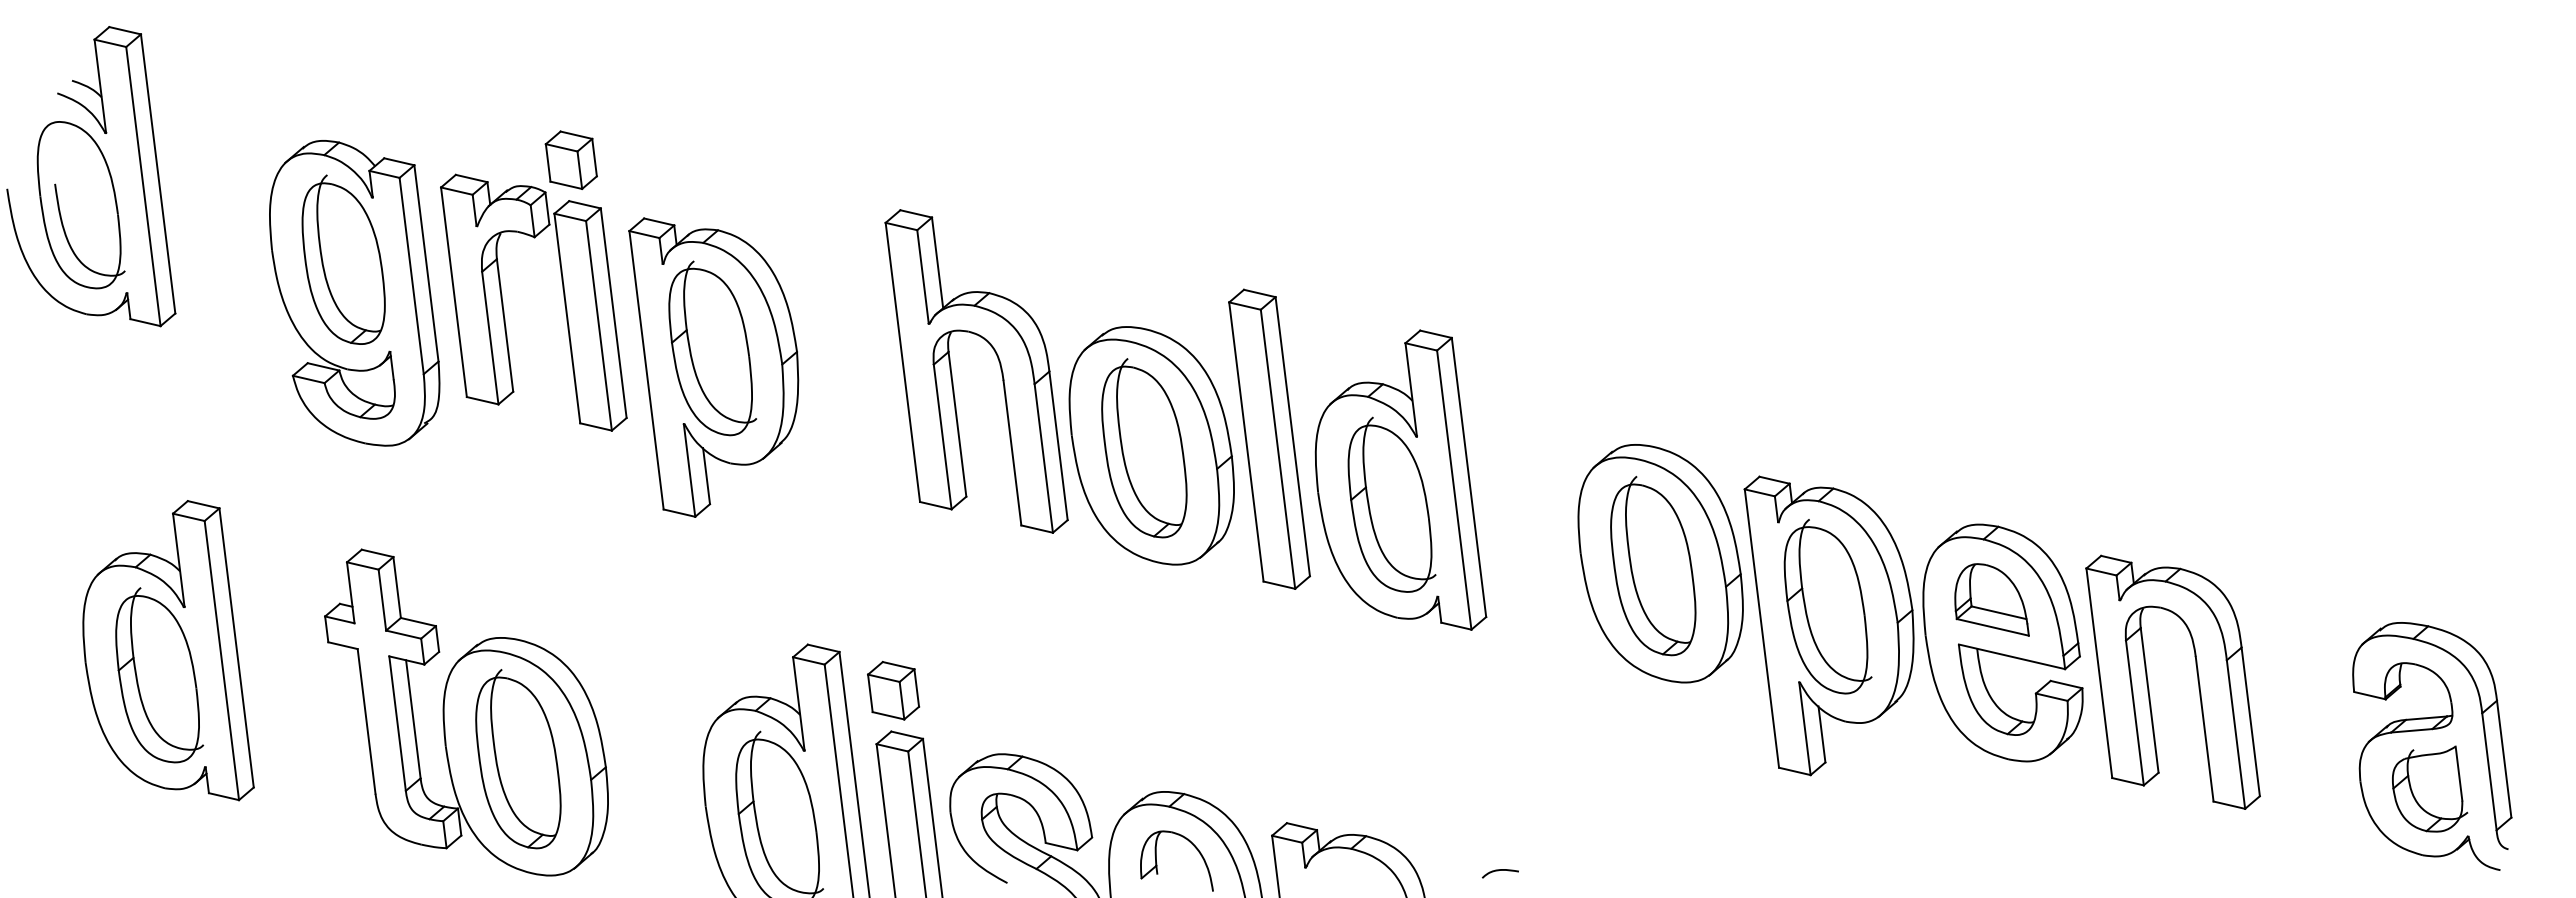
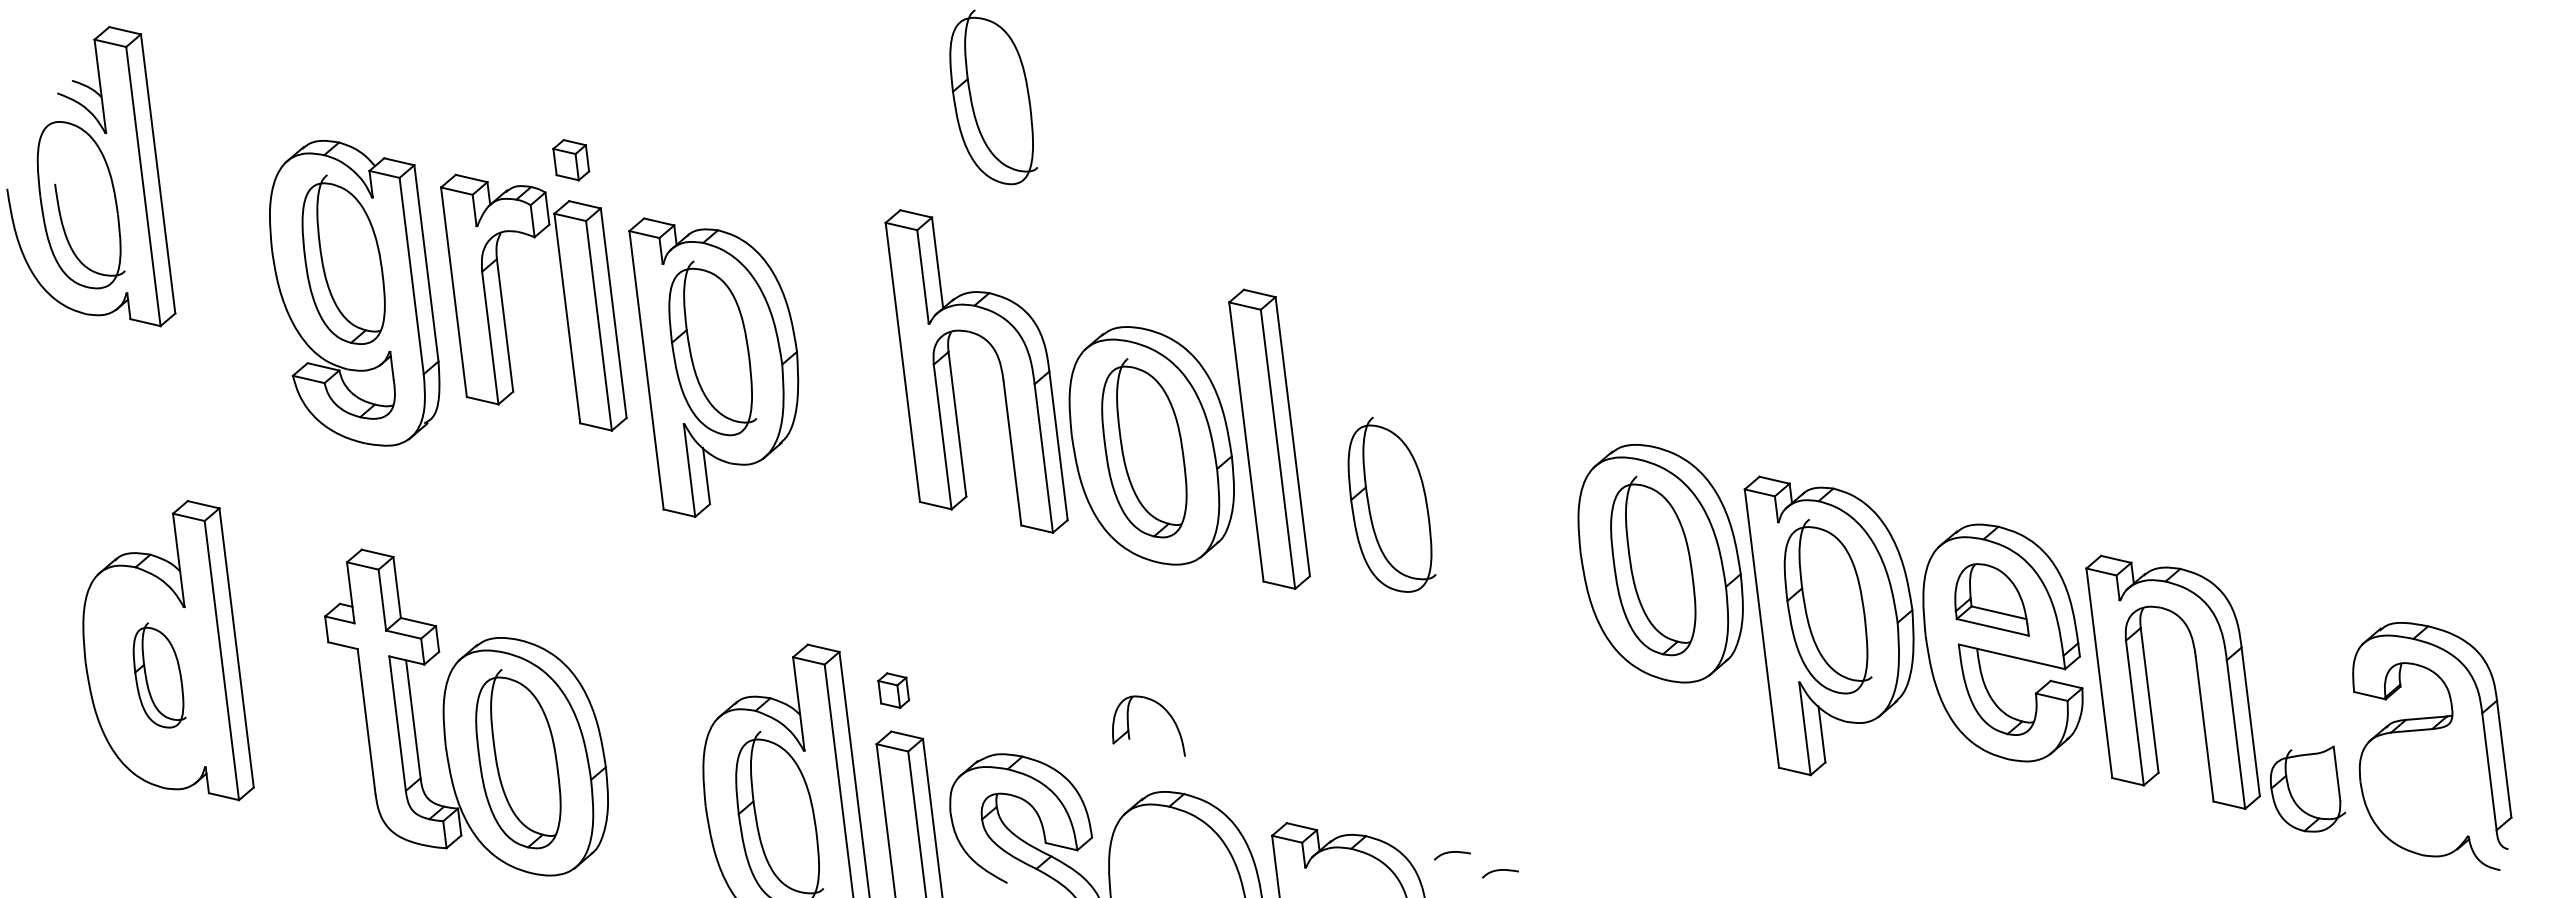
part at (993, 97): none -> present
part at (570, 159) size: 54x60 px -> 39x43 px
part at (1400, 479): present -> none
part at (159, 675) size: 90x177 px -> 55x107 px
part at (893, 690) size: 54x61 px -> 34x37 px
part at (2430, 788) position: (2430, 788) -> (2308, 788)
curve at (1450, 853): none -> present
part at (1157, 863) position: (1157, 863) -> (1129, 728)
